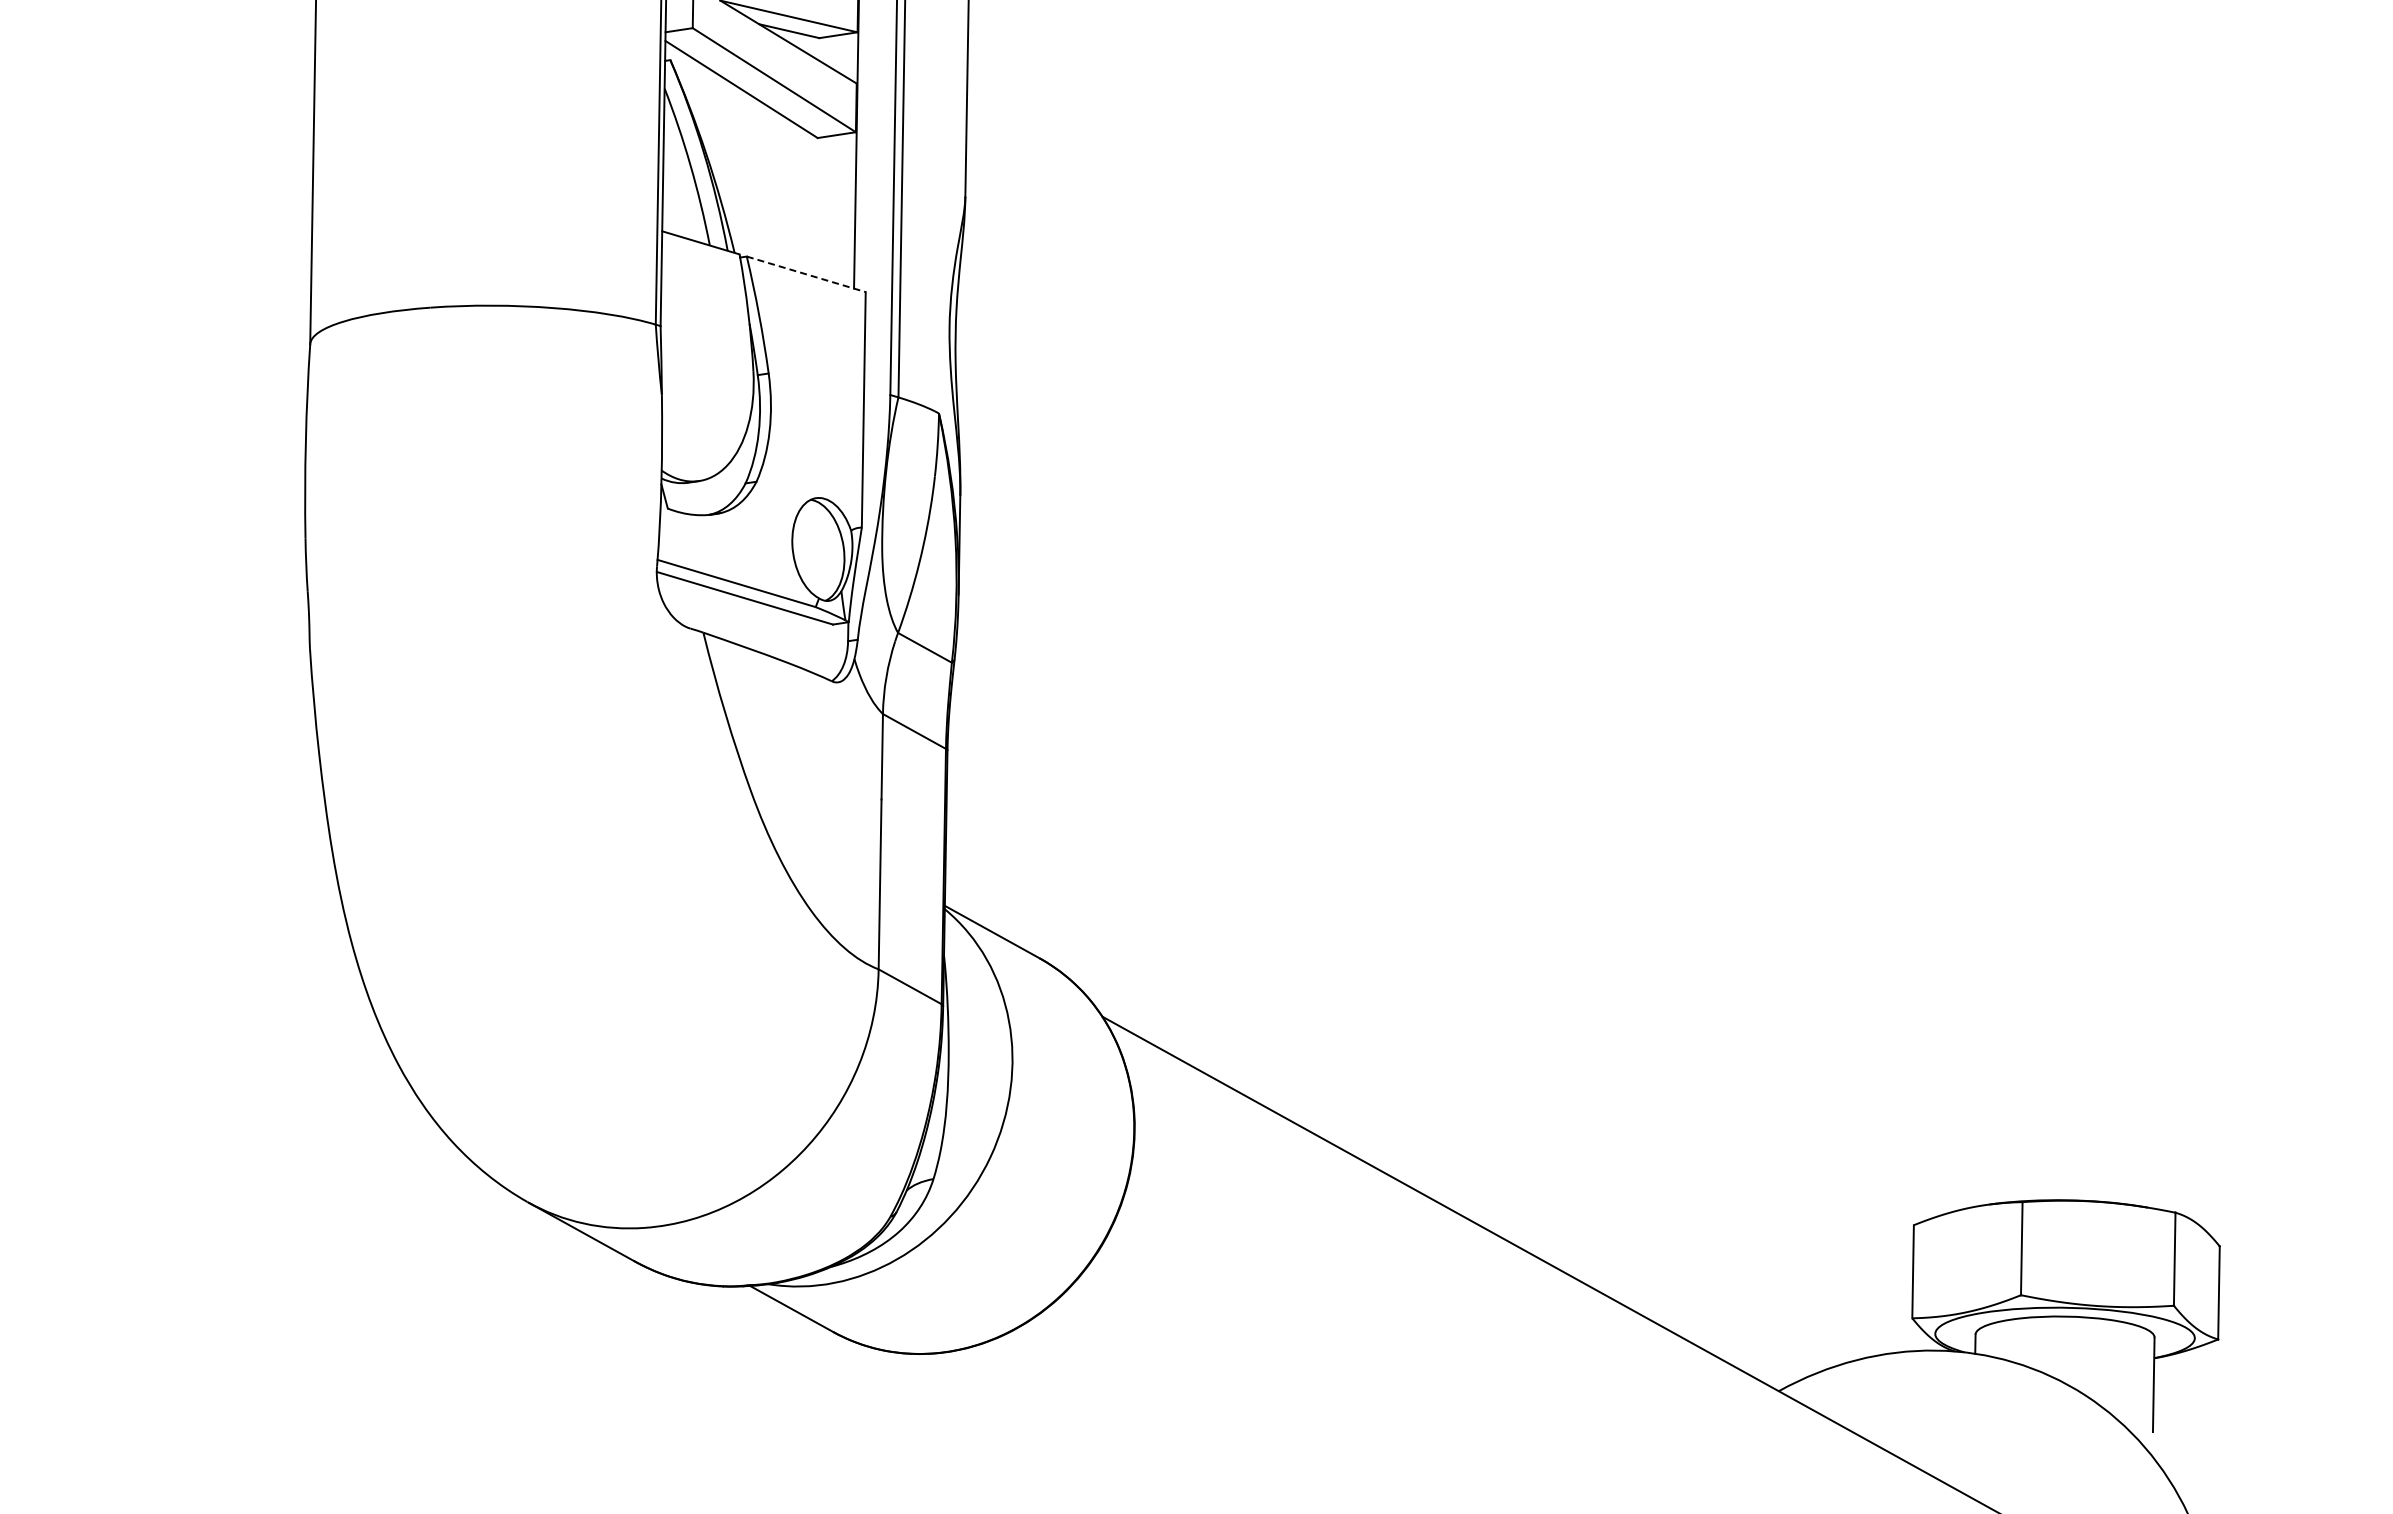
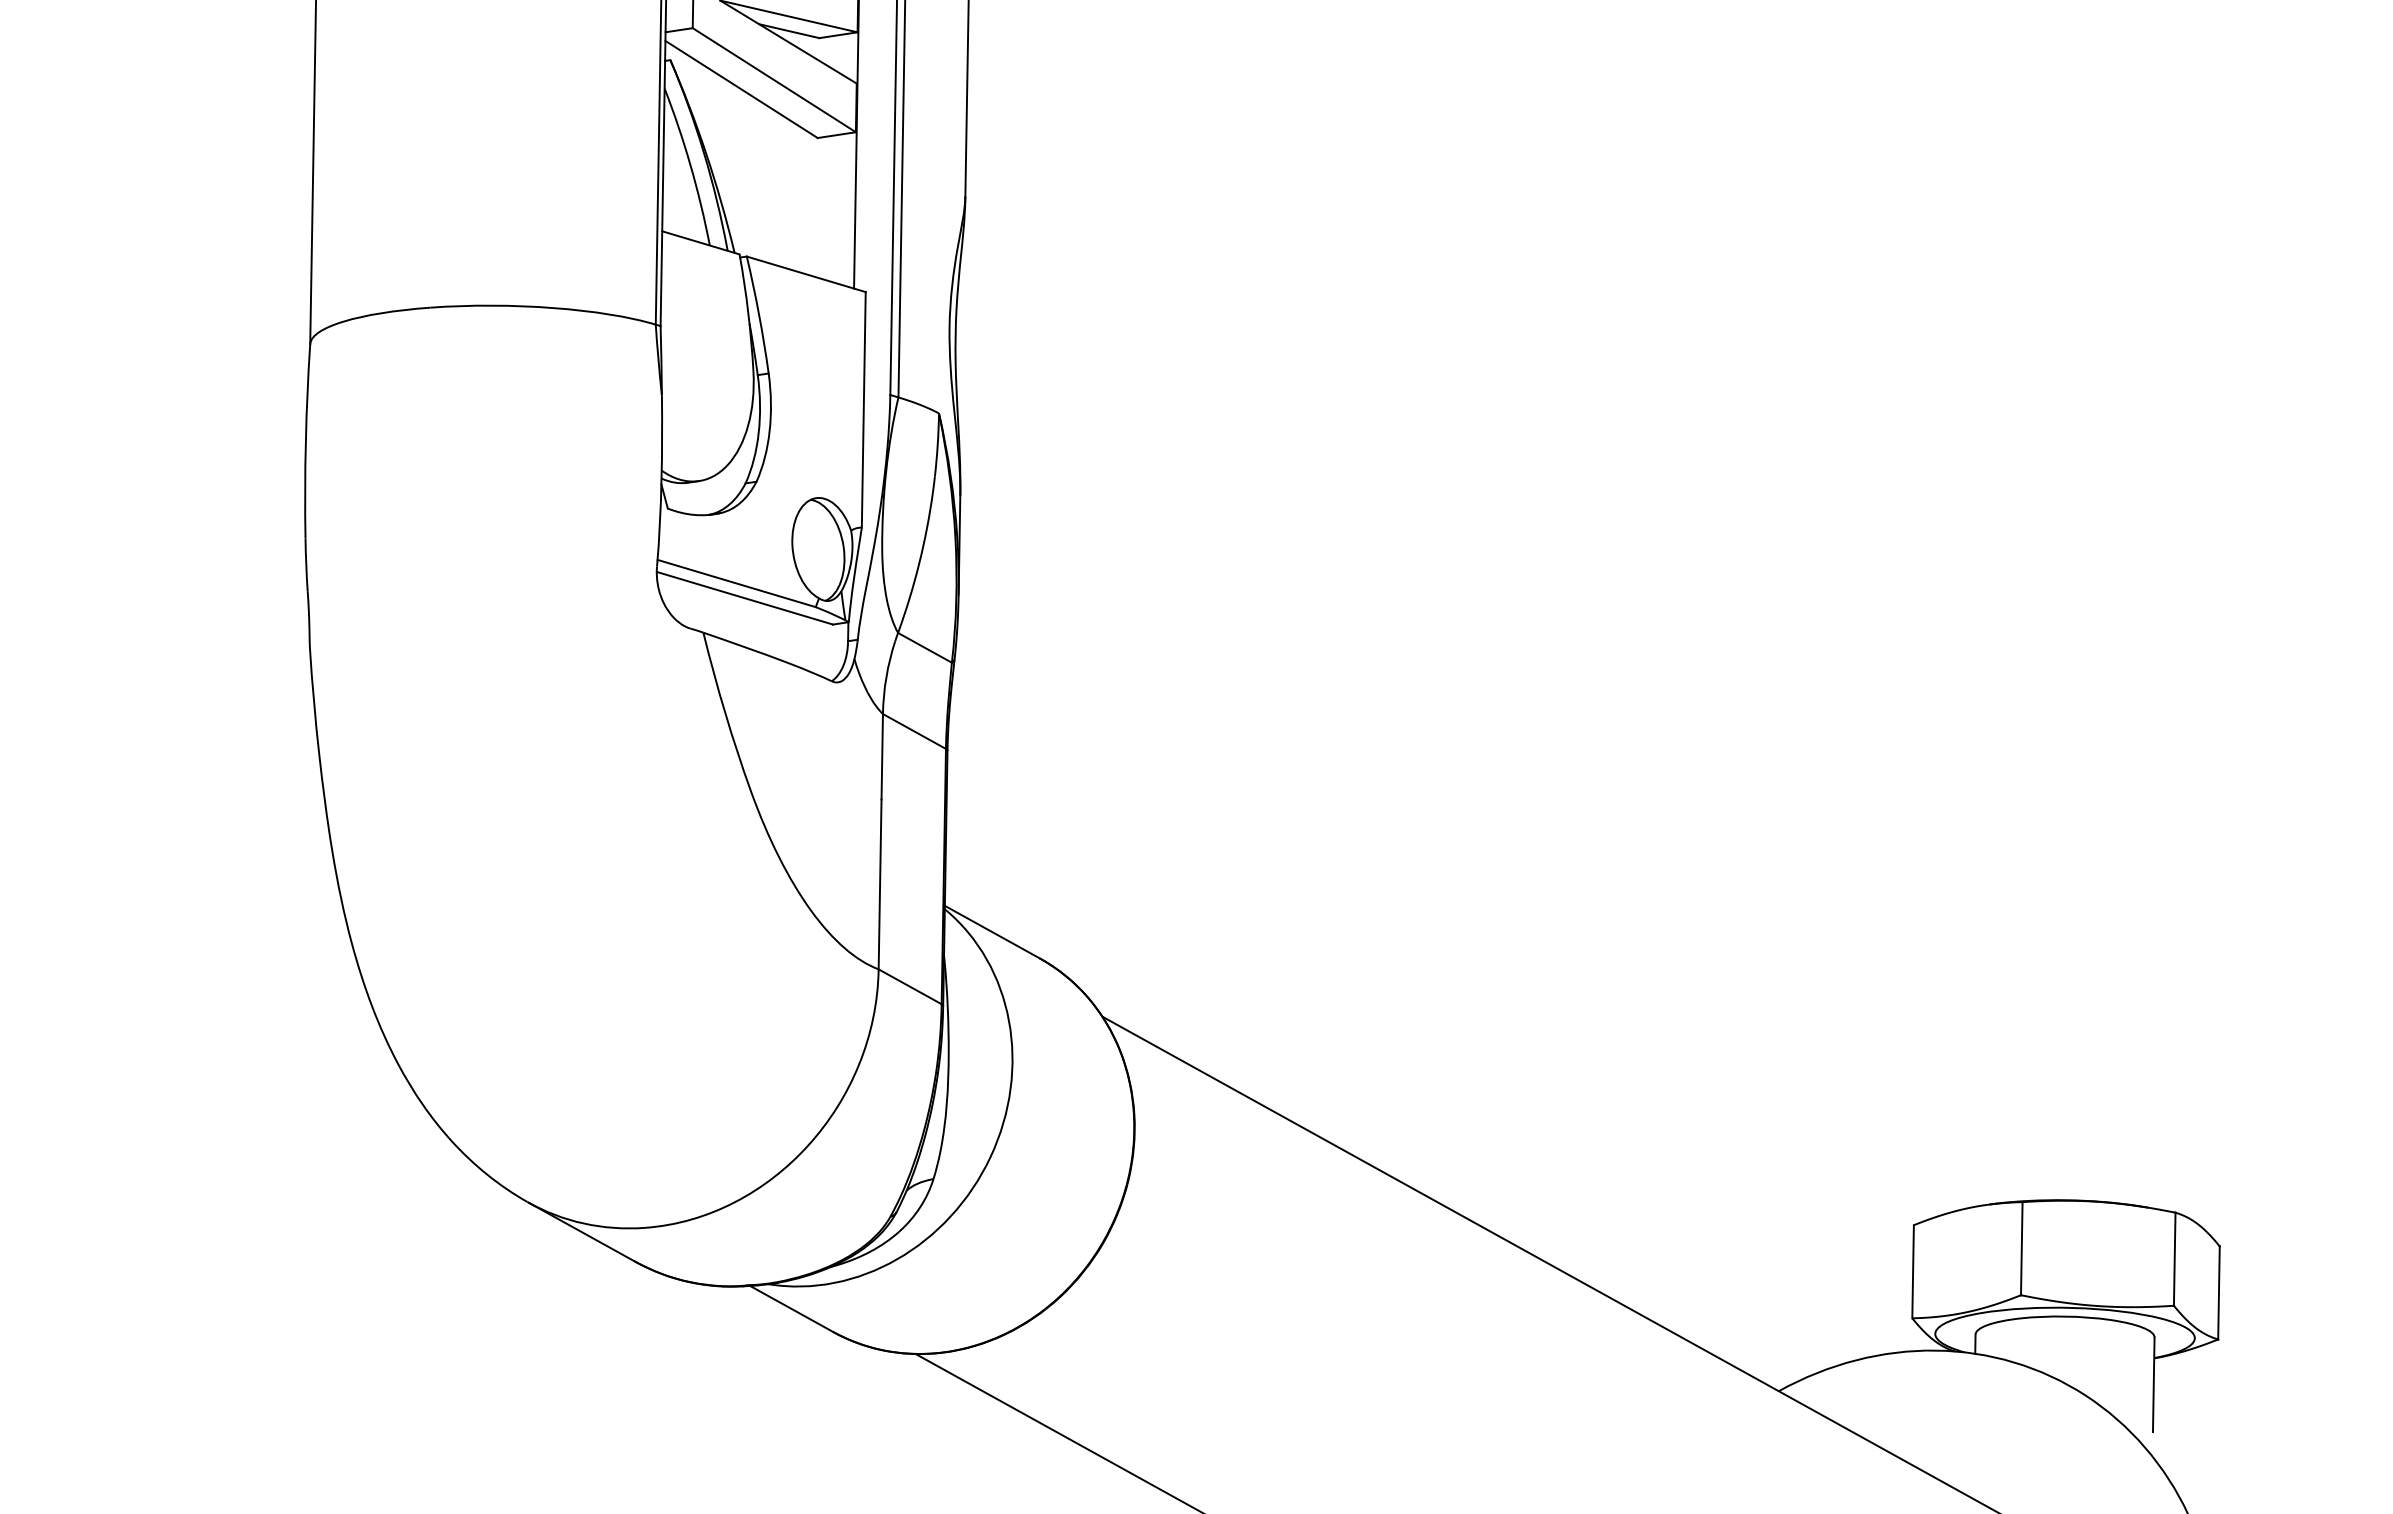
line at (806, 274): dashed -> solid
line at (1056, 1432): none -> present
